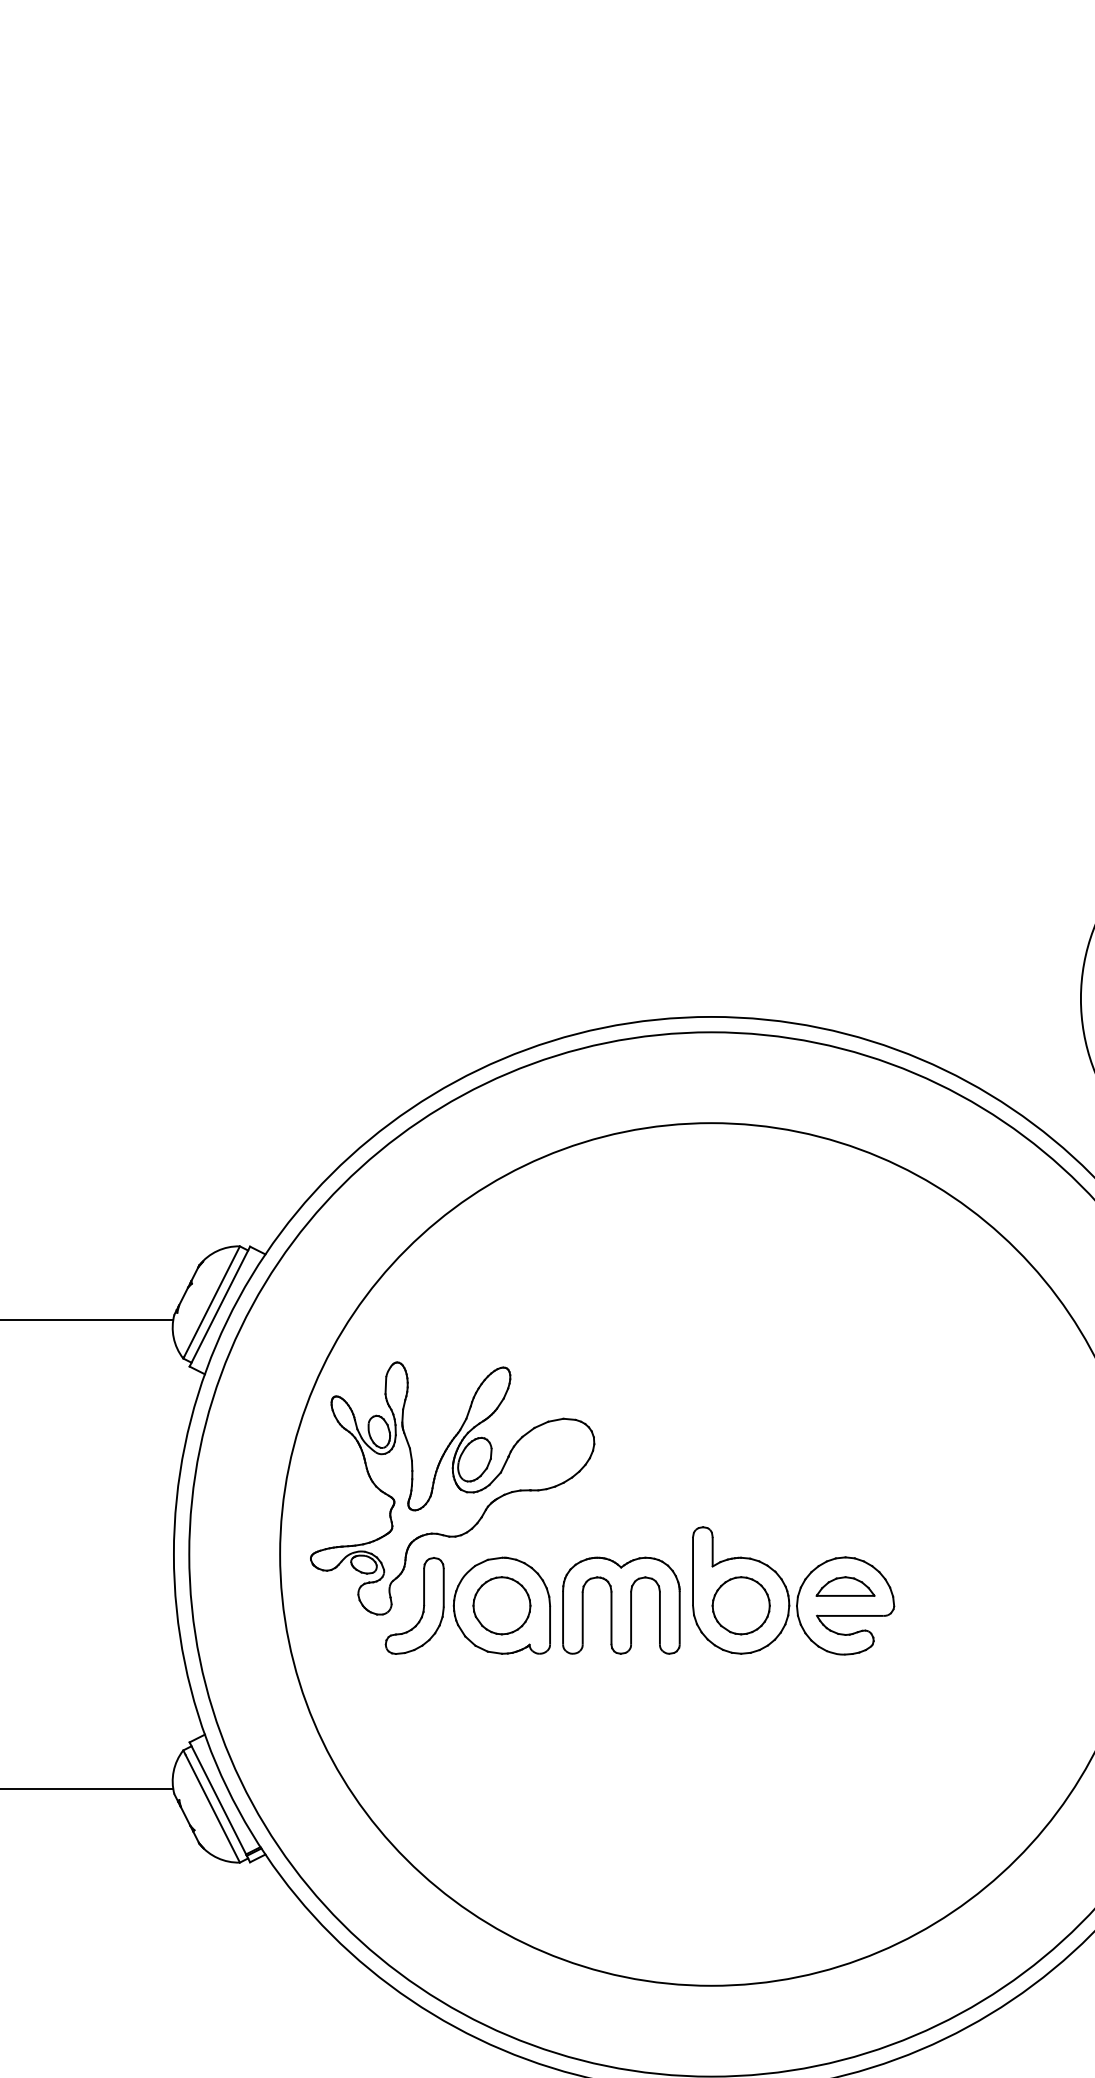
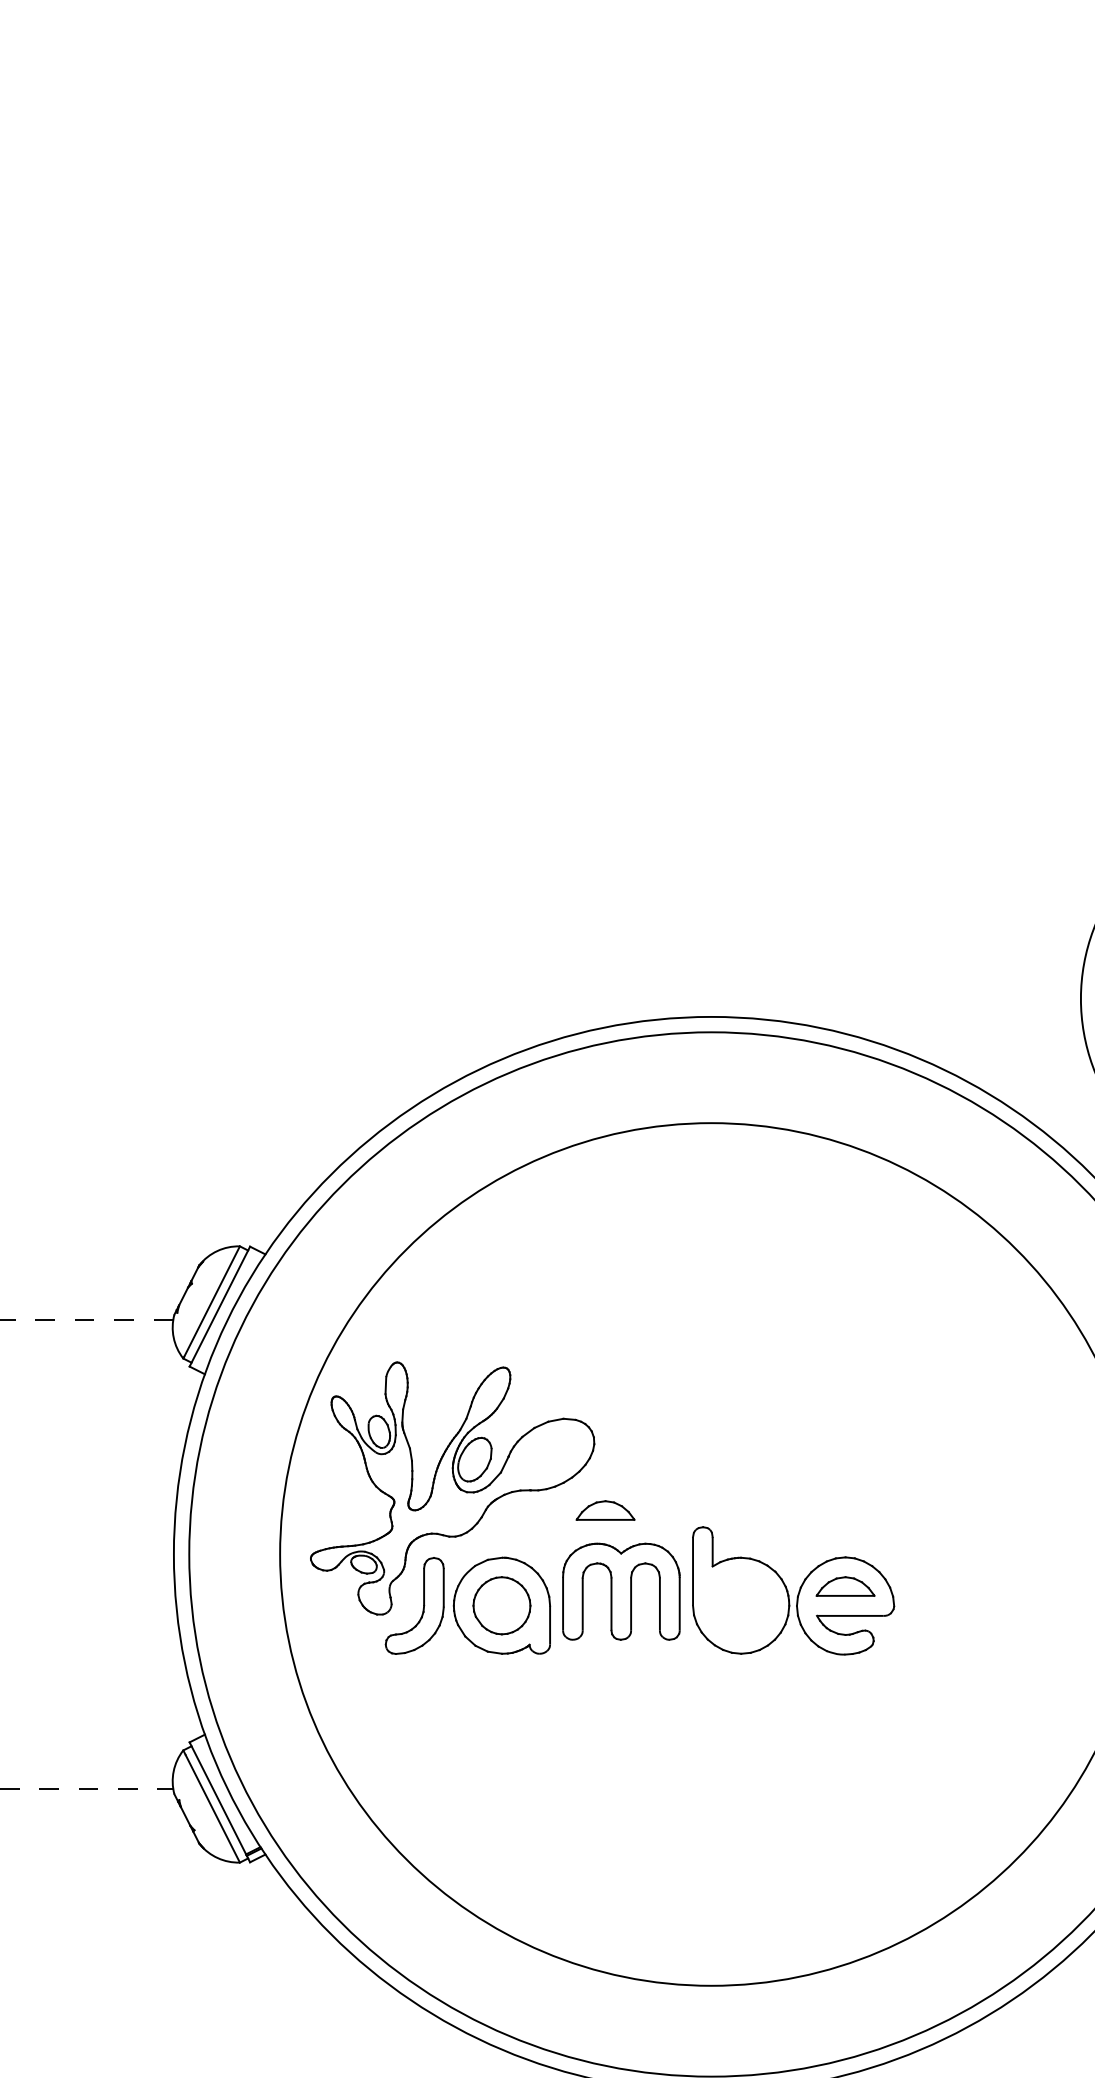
line at (86, 1320): solid -> dashed
part at (605, 1510): none -> present
part at (621, 1605) position: (621, 1605) -> (621, 1591)
part at (740, 1605): present -> none
line at (87, 1788): solid -> dashed
